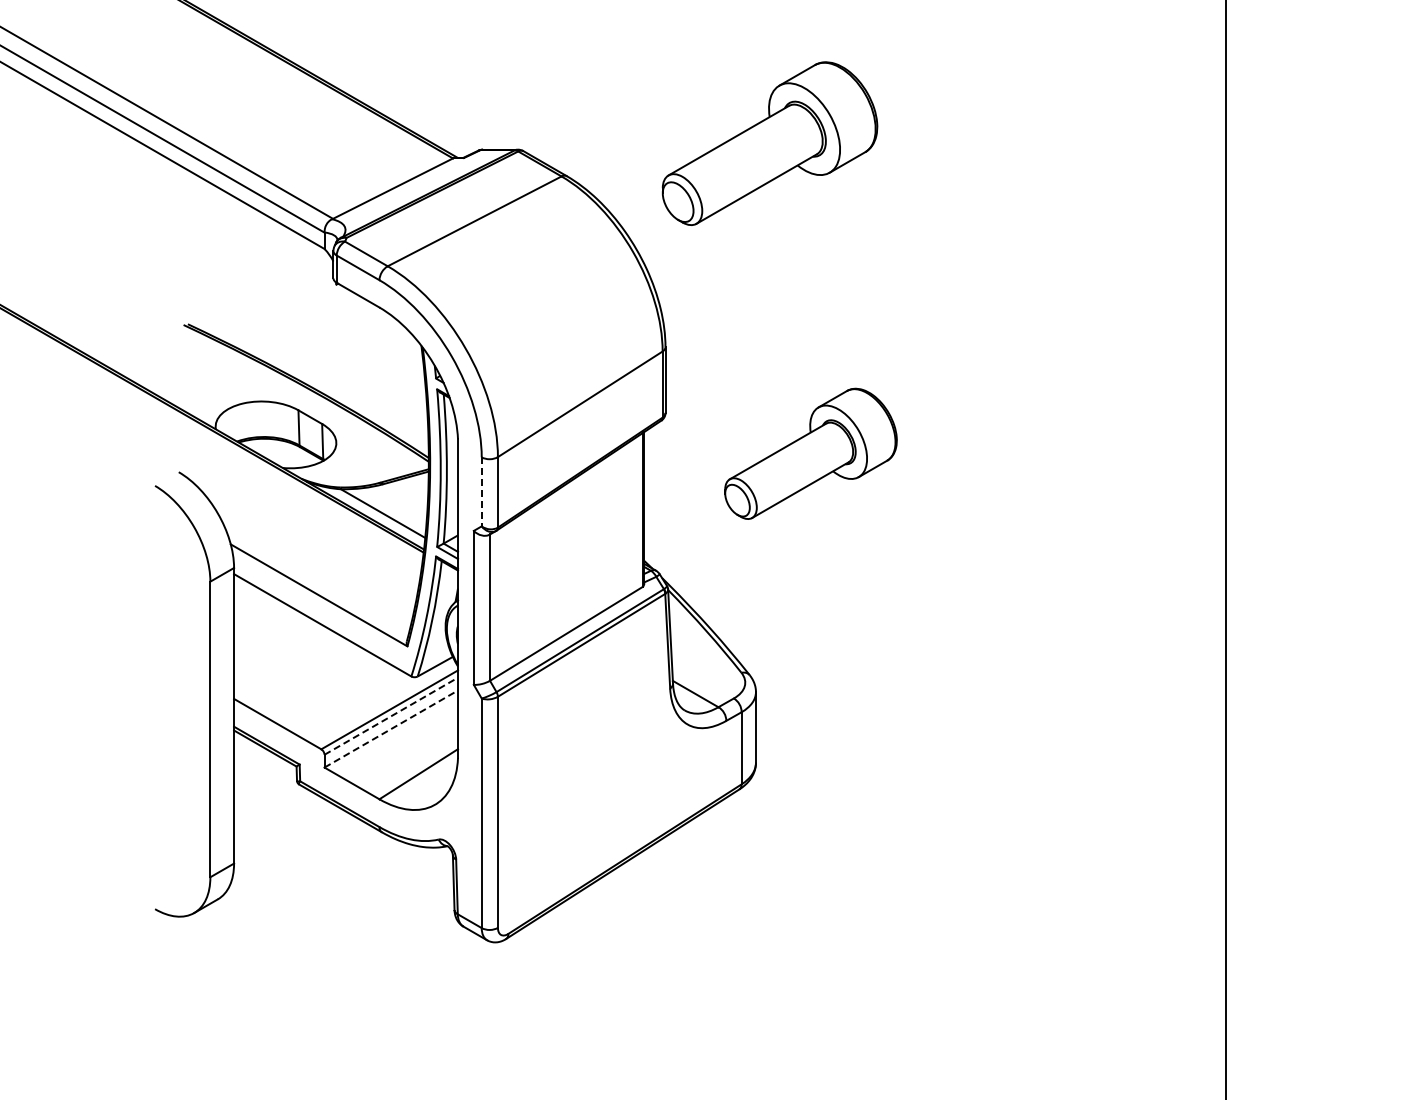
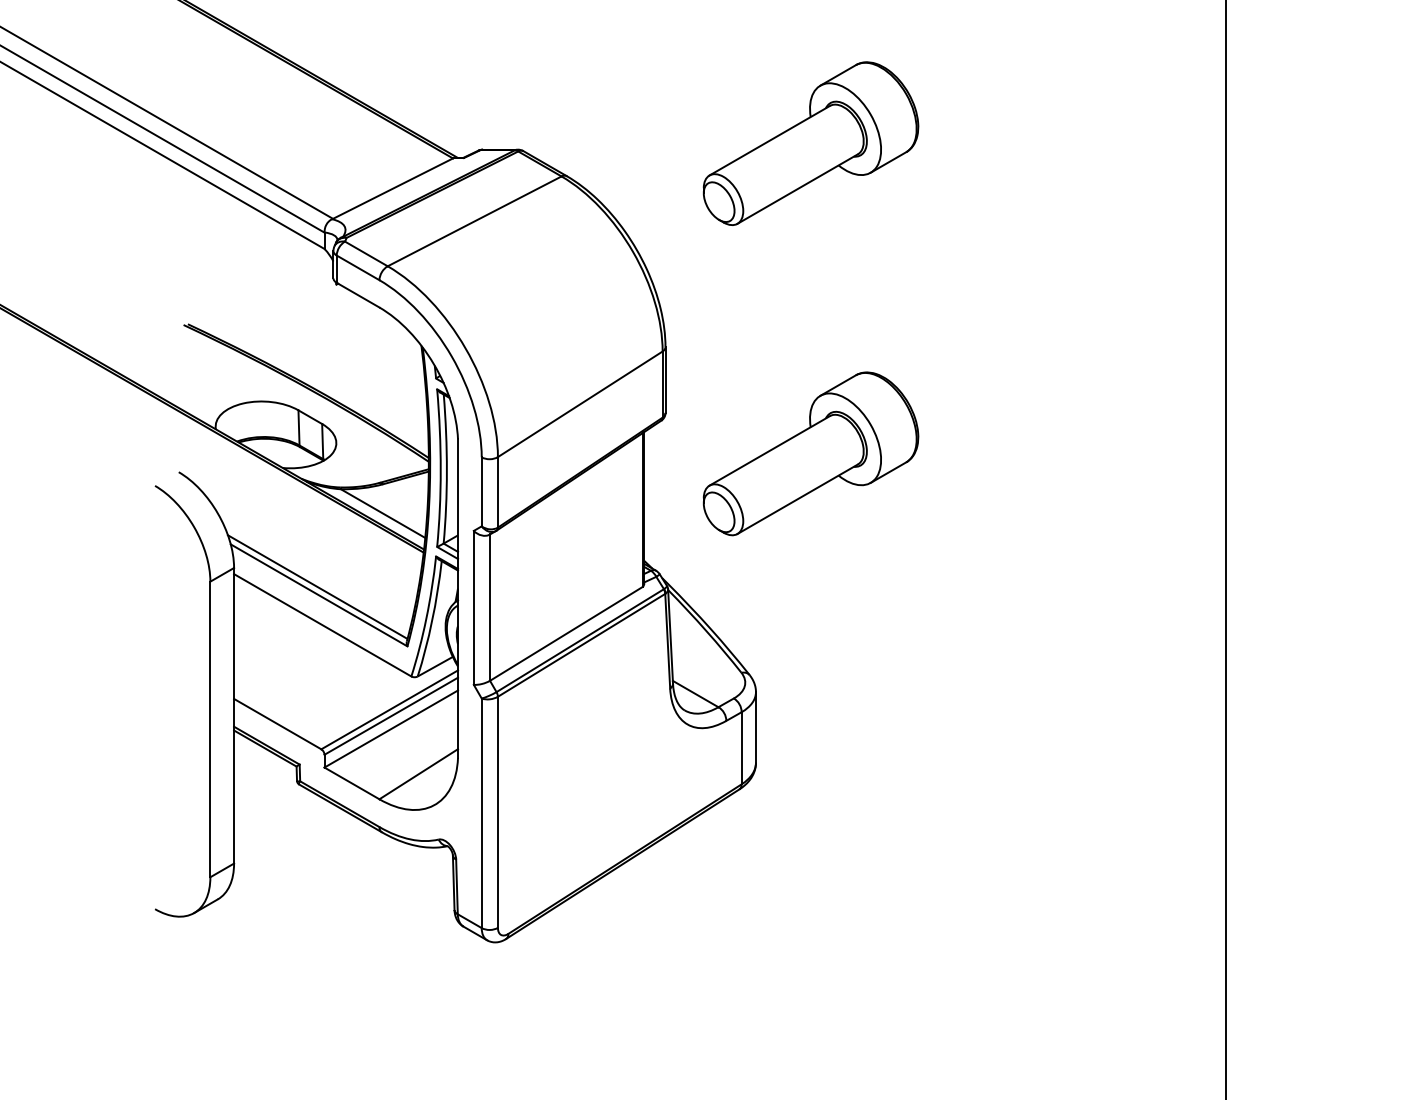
part at (769, 143) position: (769, 143) -> (810, 143)
part at (810, 453) size: 174x133 px -> 218x166 px
line at (481, 492): dashed -> solid
line at (317, 586): none -> present
line at (391, 716): dashed -> solid
line at (391, 728): dashed -> solid
